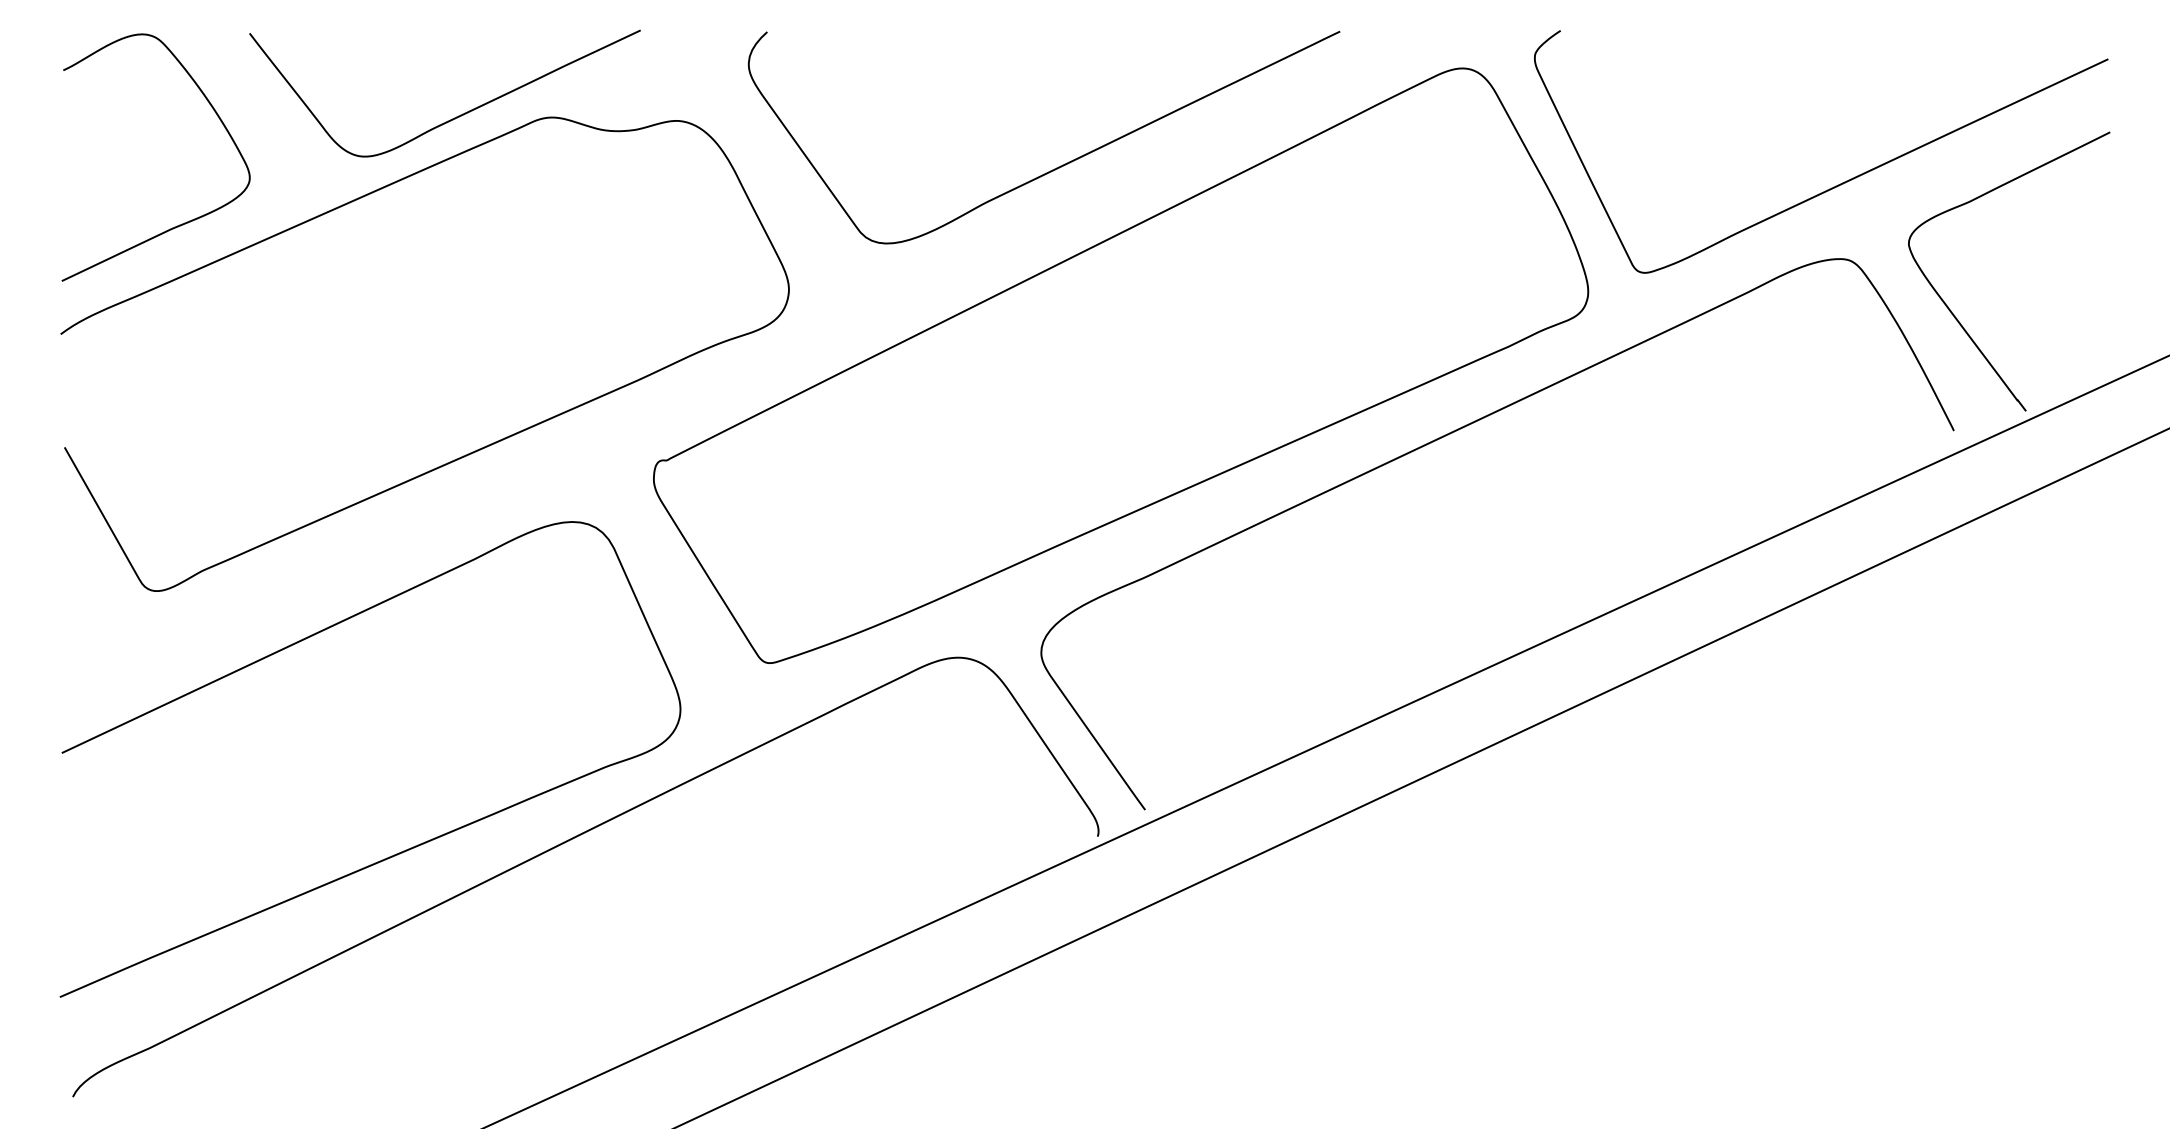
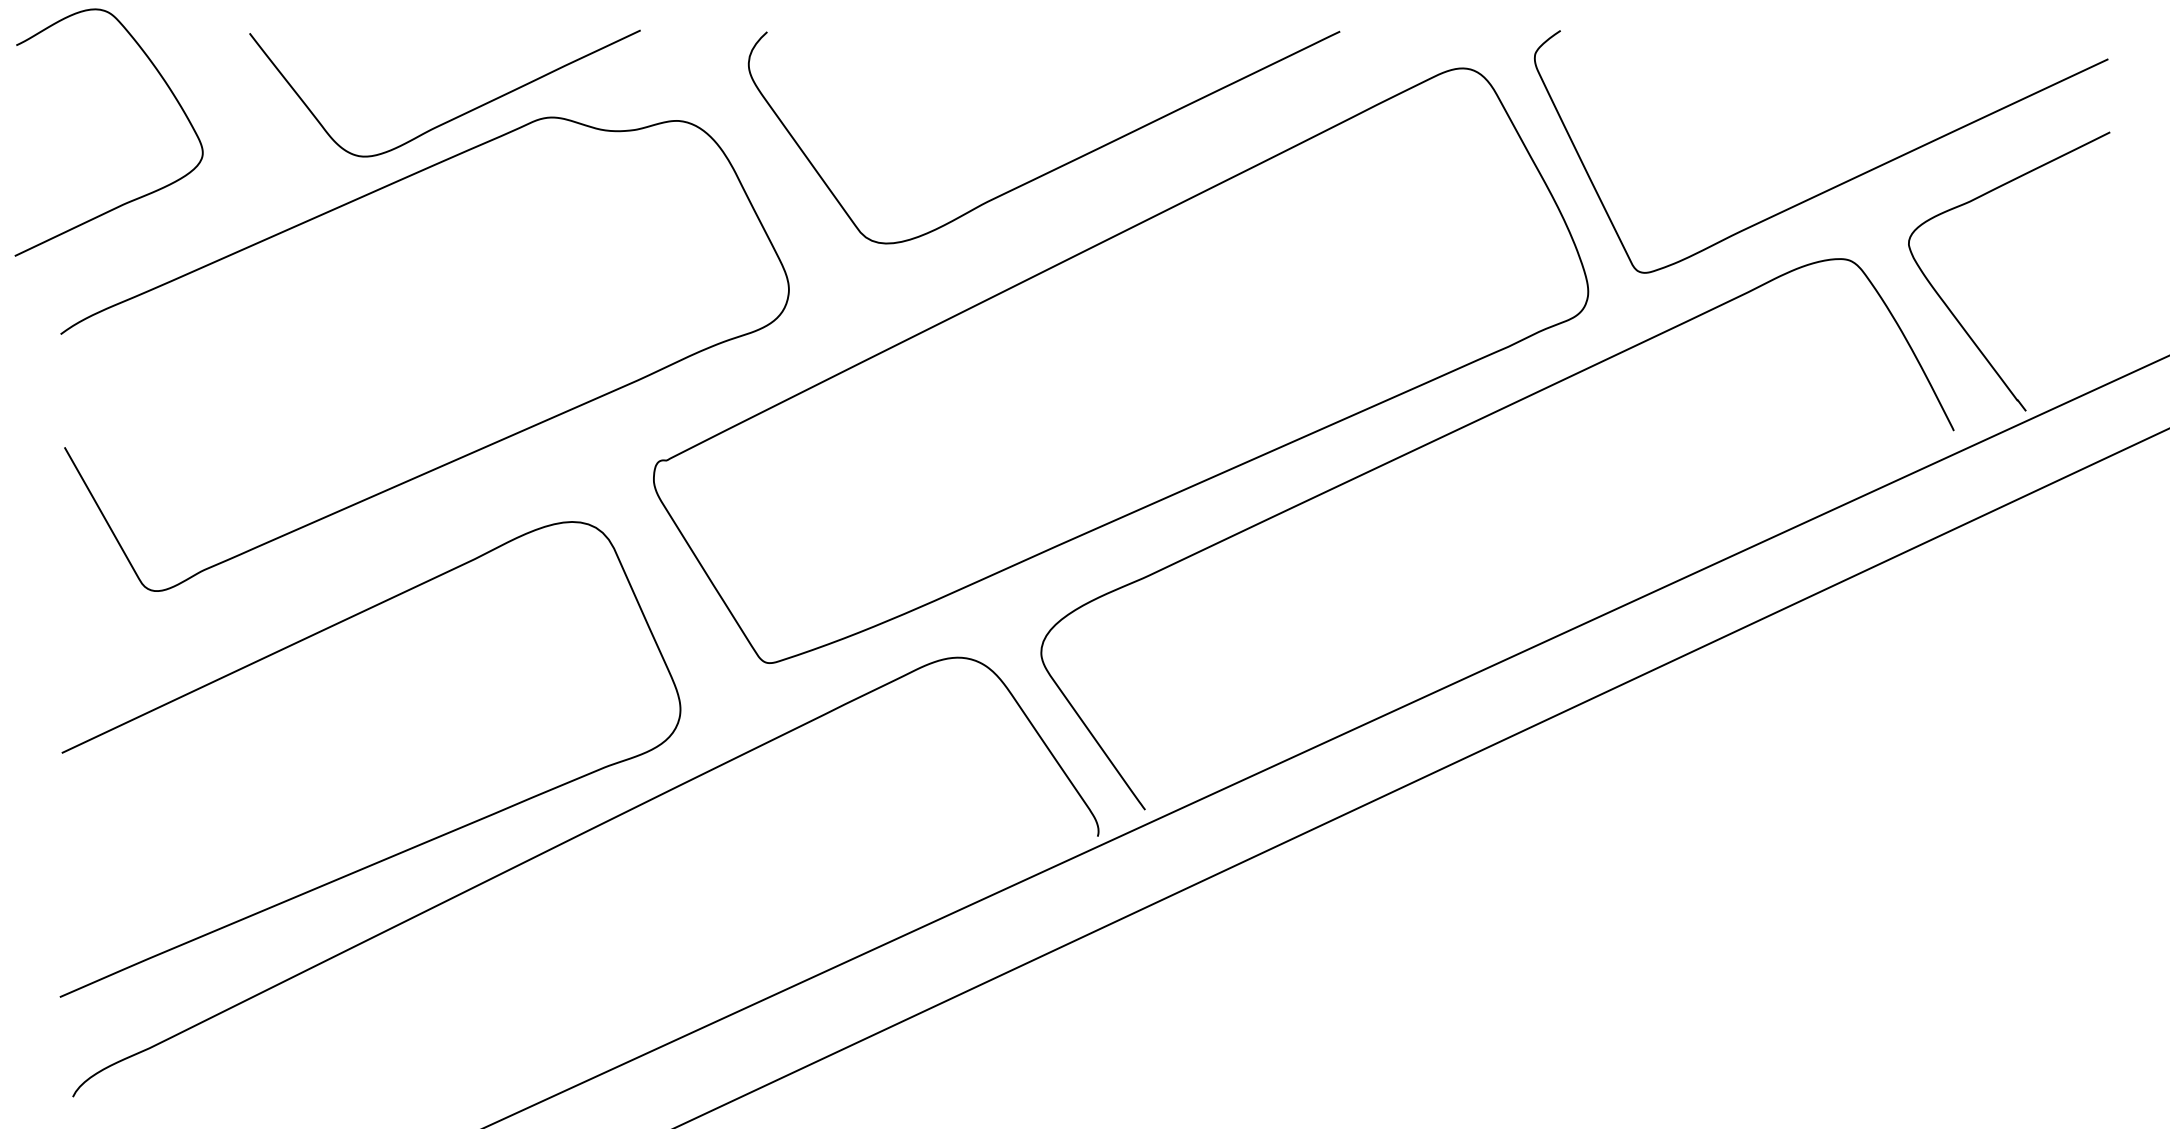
curve at (179, 224) position: (179, 224) -> (132, 199)
